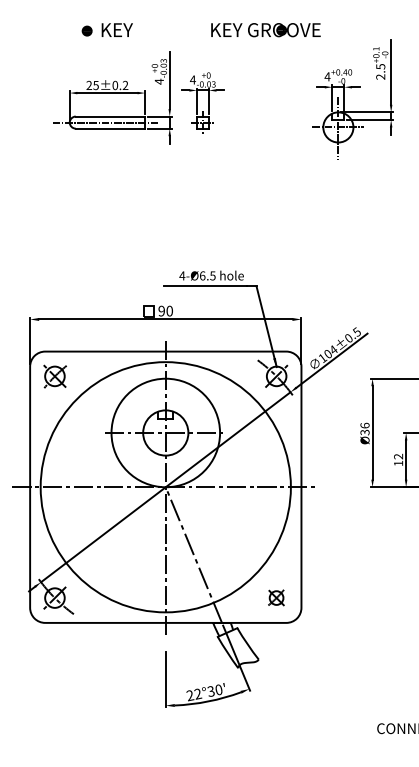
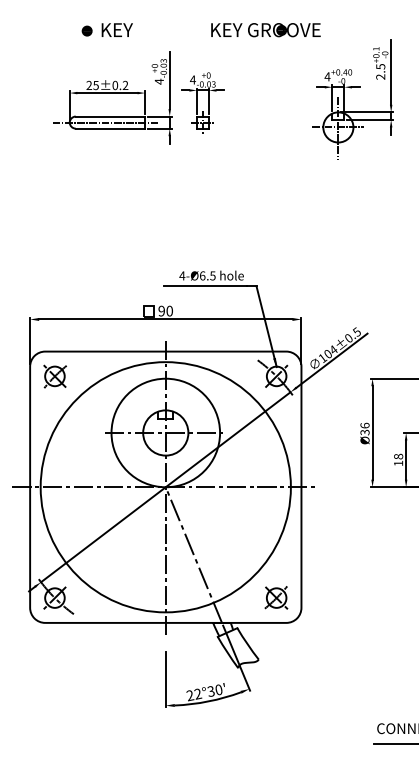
text at (398, 456): 12 -> 18
part at (276, 597) size: 17x18 px -> 25x24 px
line at (394, 743): none -> present
